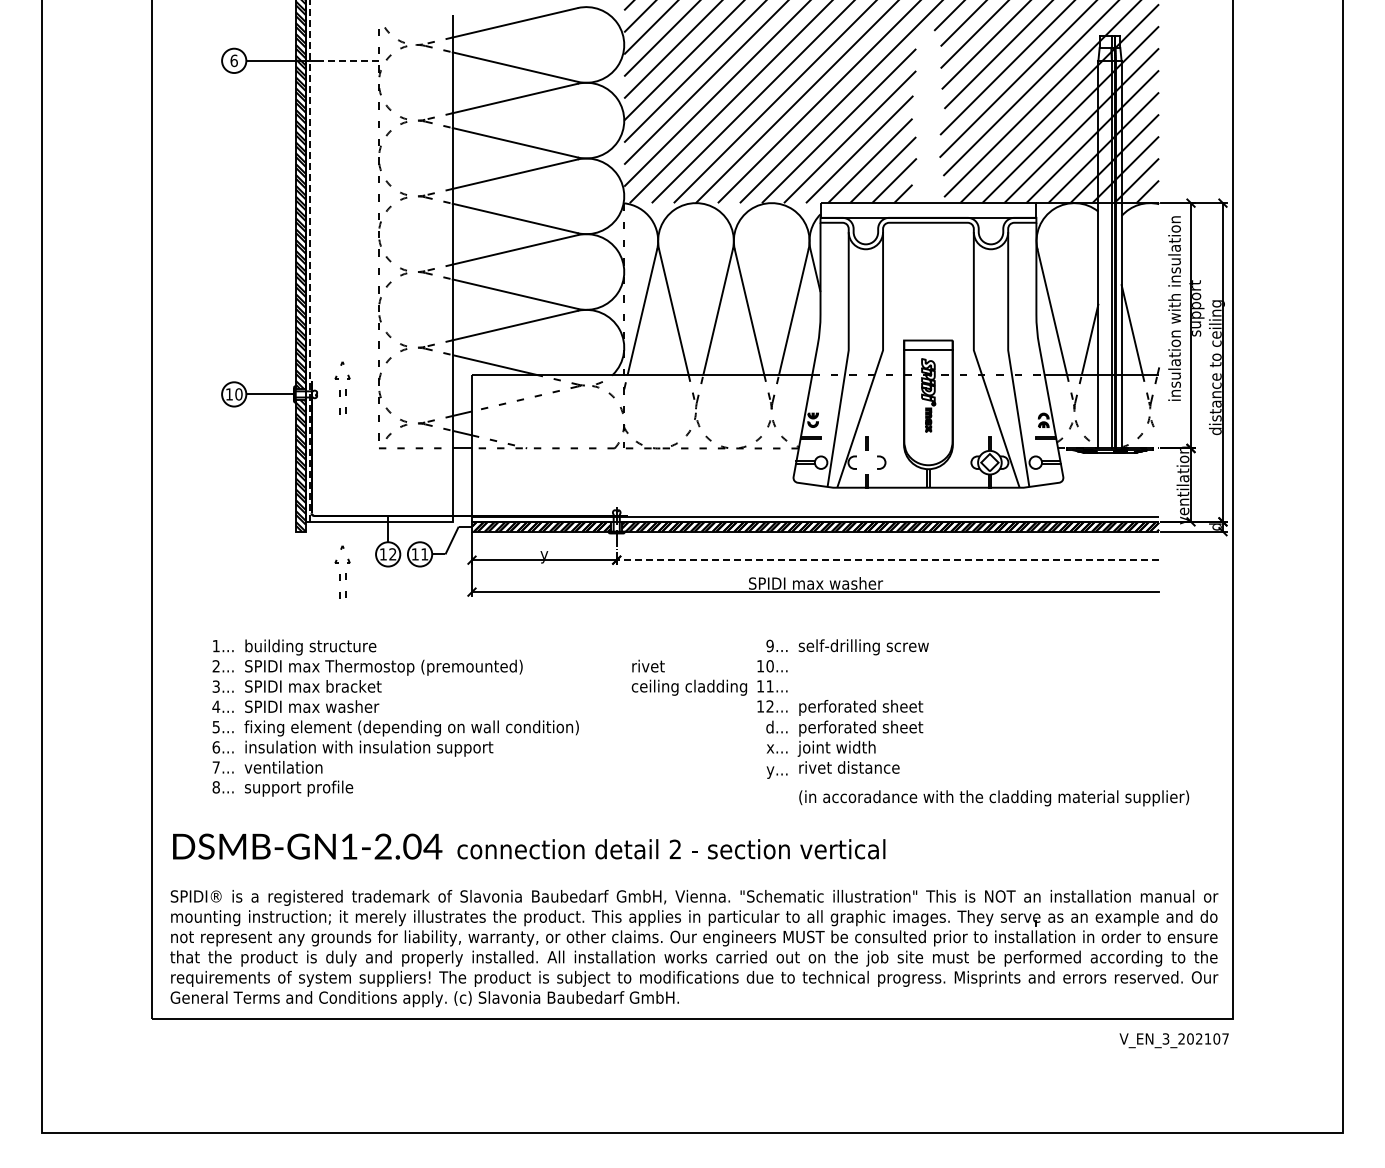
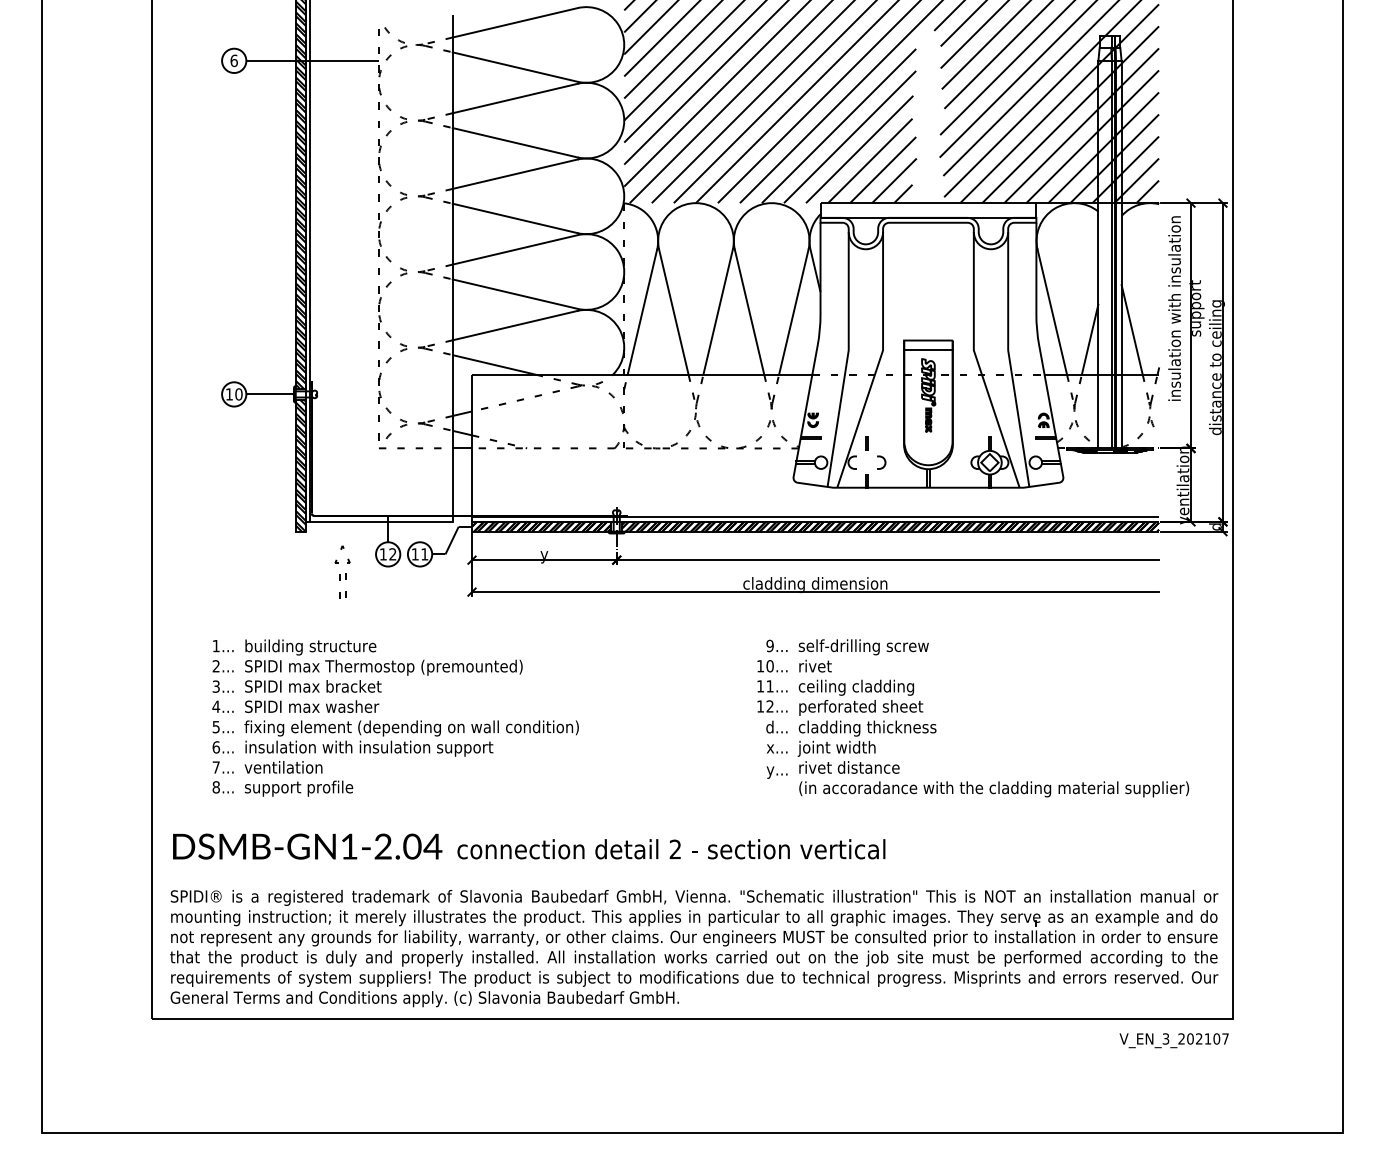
line at (348, 60): dashed -> solid
line at (310, 261): dashed -> solid
part at (342, 387): present -> none
line at (887, 560): dashed -> solid
text at (815, 585): SPIDI max washer -> cladding dimension
text at (689, 677) position: (689, 677) -> (856, 677)
text at (867, 728): perforated sheet -> cladding thickness
text at (994, 798) position: (994, 798) -> (994, 789)
